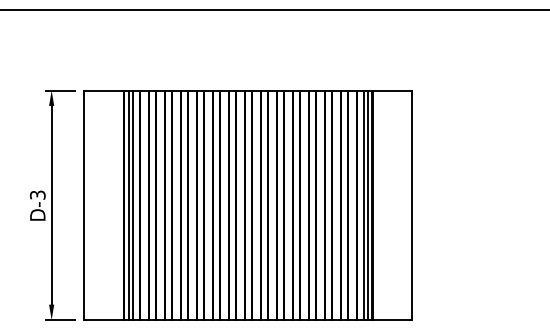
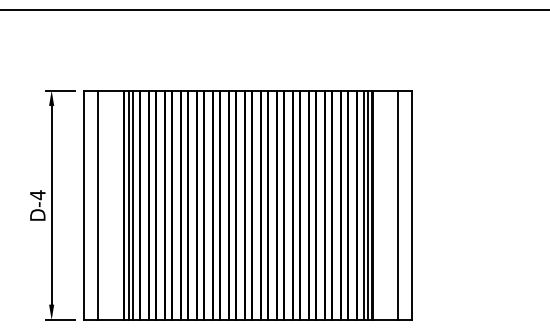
text at (37, 195): D-3 -> D-4
line at (98, 205): none -> present
line at (398, 205): none -> present
